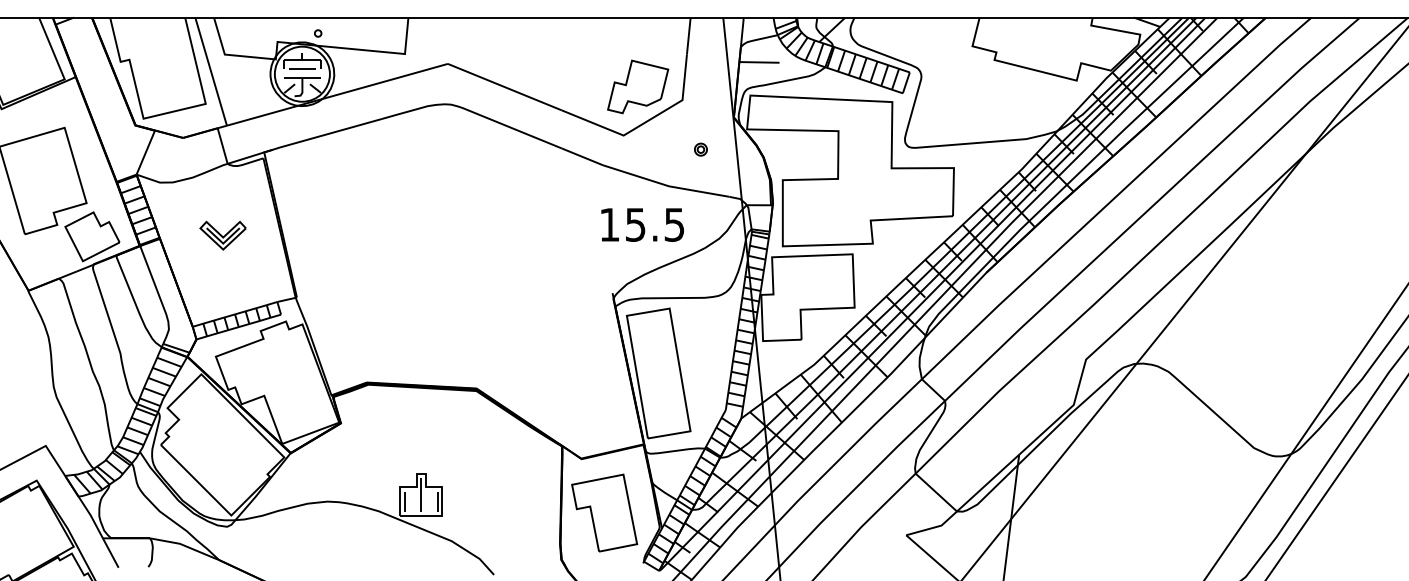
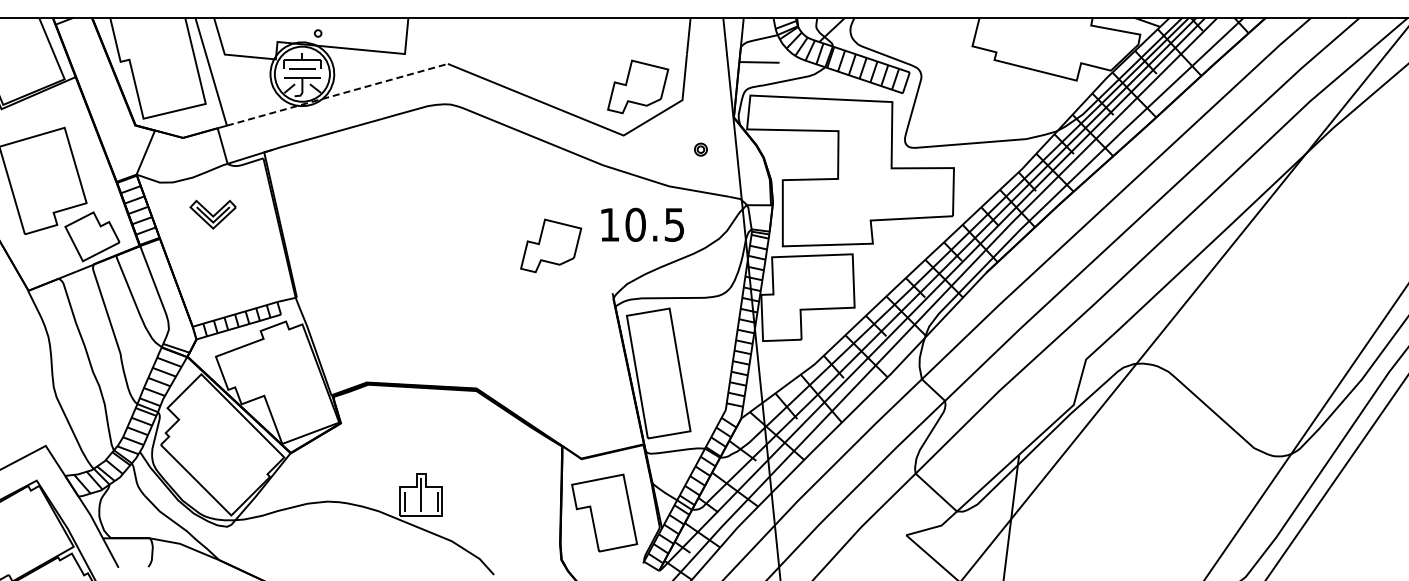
line at (338, 94): solid -> dashed
text at (635, 224): 15.5 -> 10.5
part at (222, 235) position: (222, 235) -> (212, 214)
part at (551, 245): none -> present
